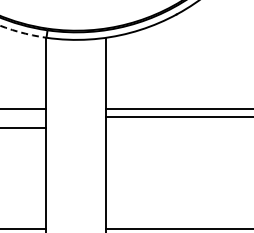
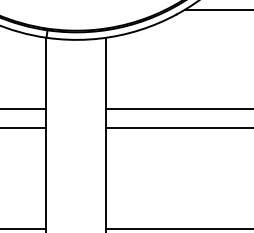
line at (217, 9): none -> present
arc at (24, 33): dashed -> solid
line at (178, 116) position: (178, 116) -> (178, 127)
